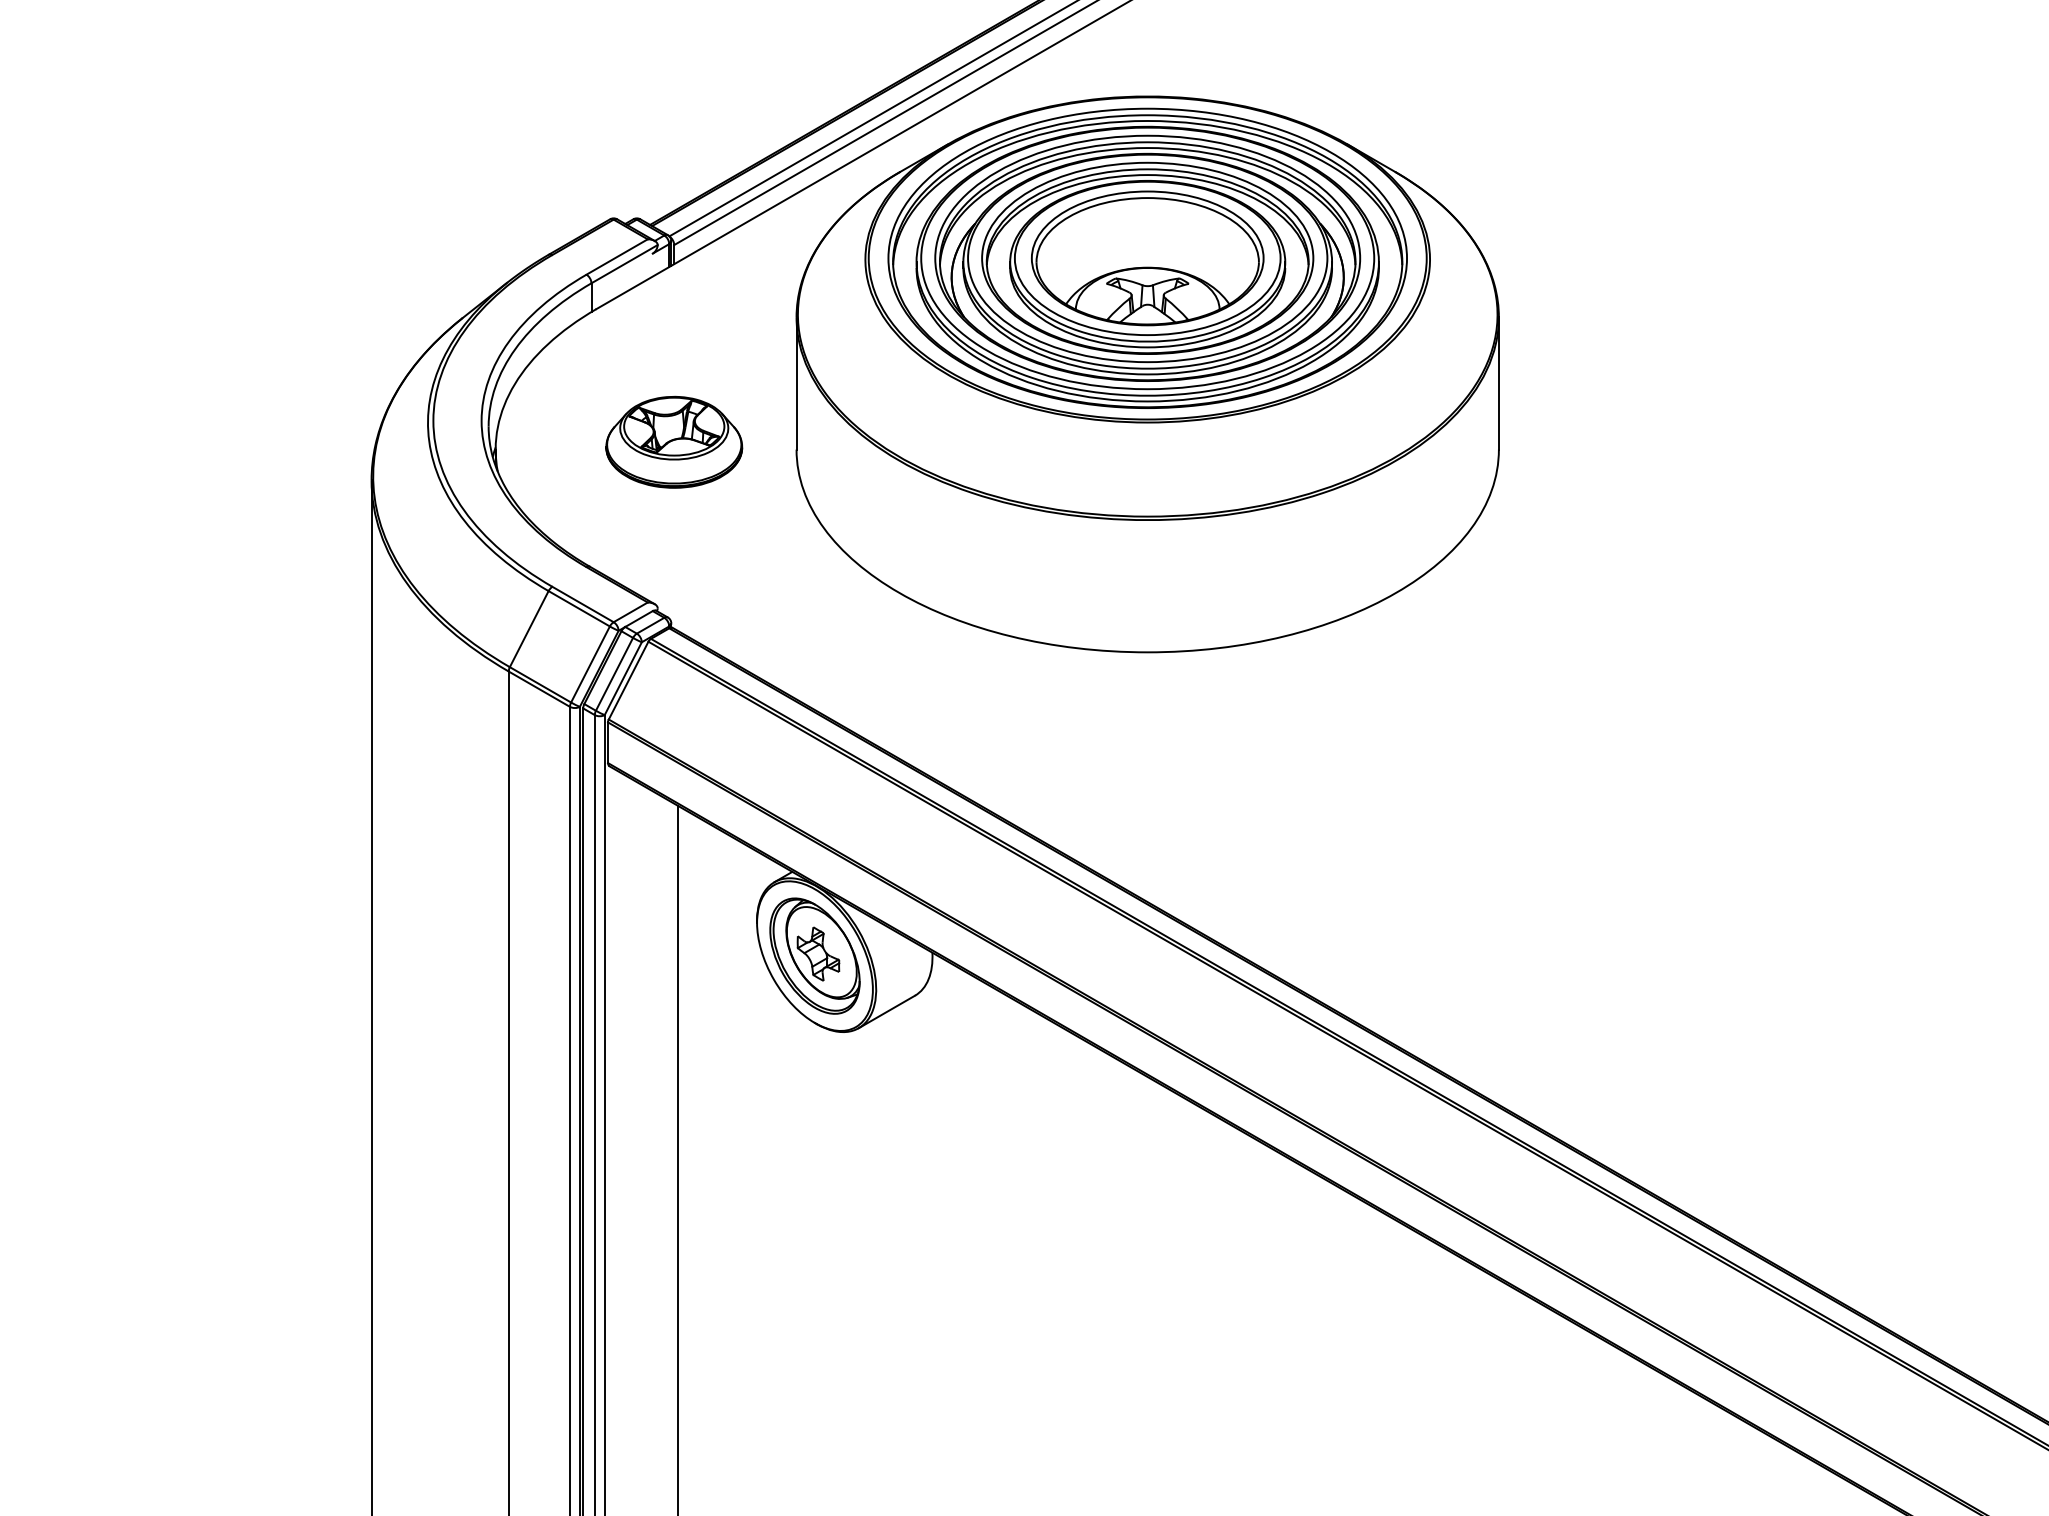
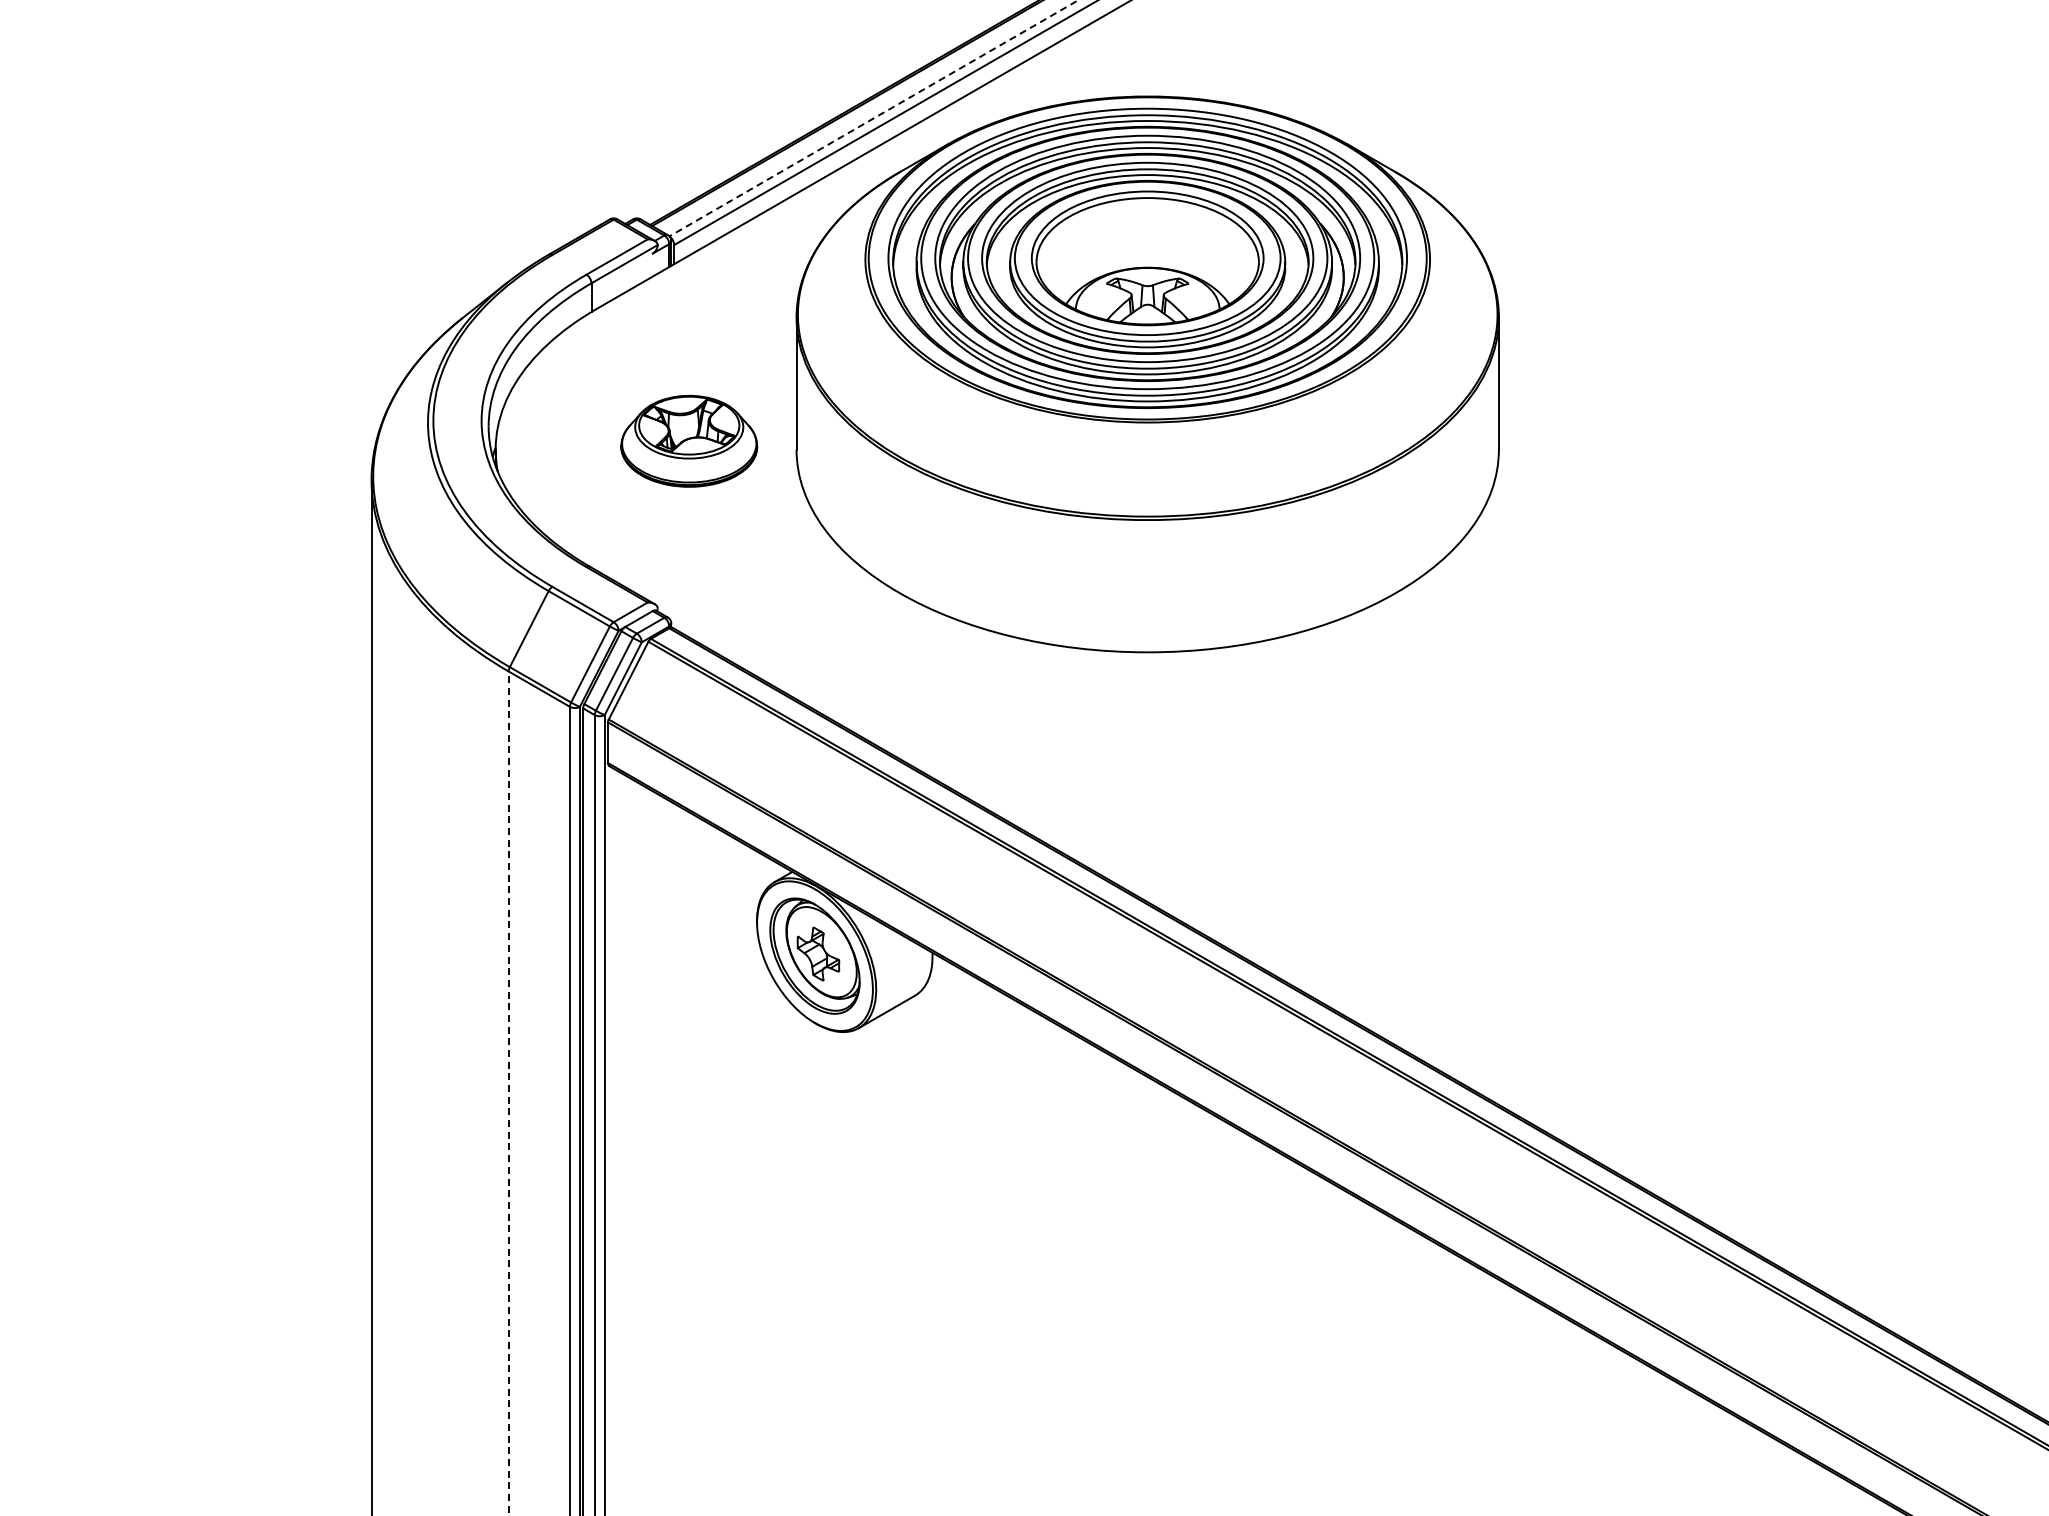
line at (873, 118): solid -> dashed
part at (674, 441) position: (674, 441) -> (689, 440)
line at (508, 1093): solid -> dashed
line at (678, 1159): present -> none
